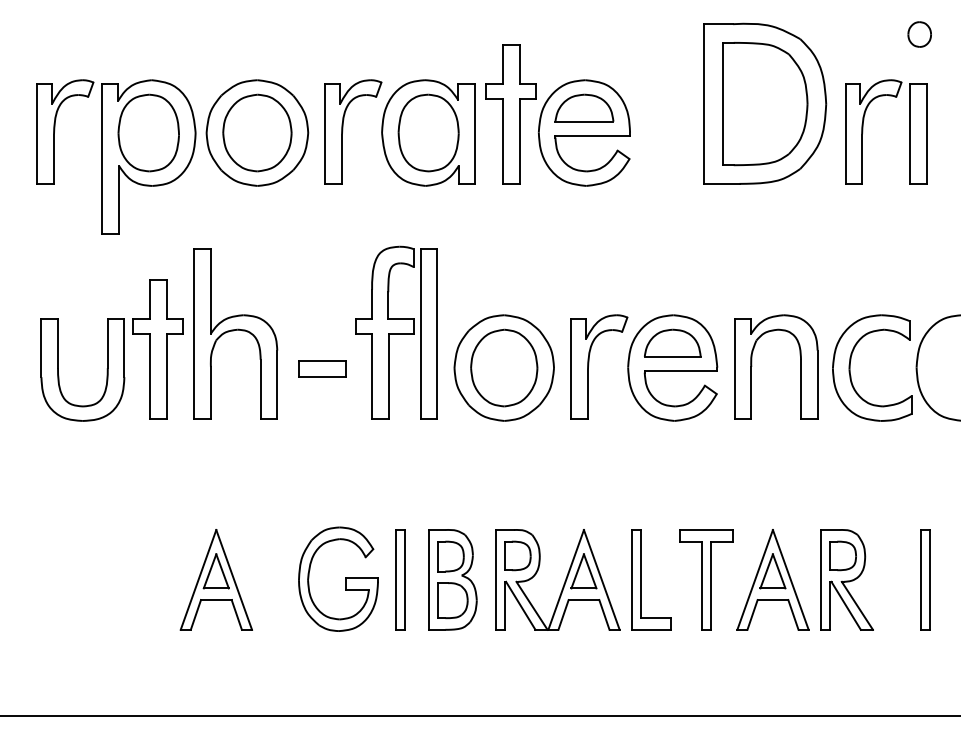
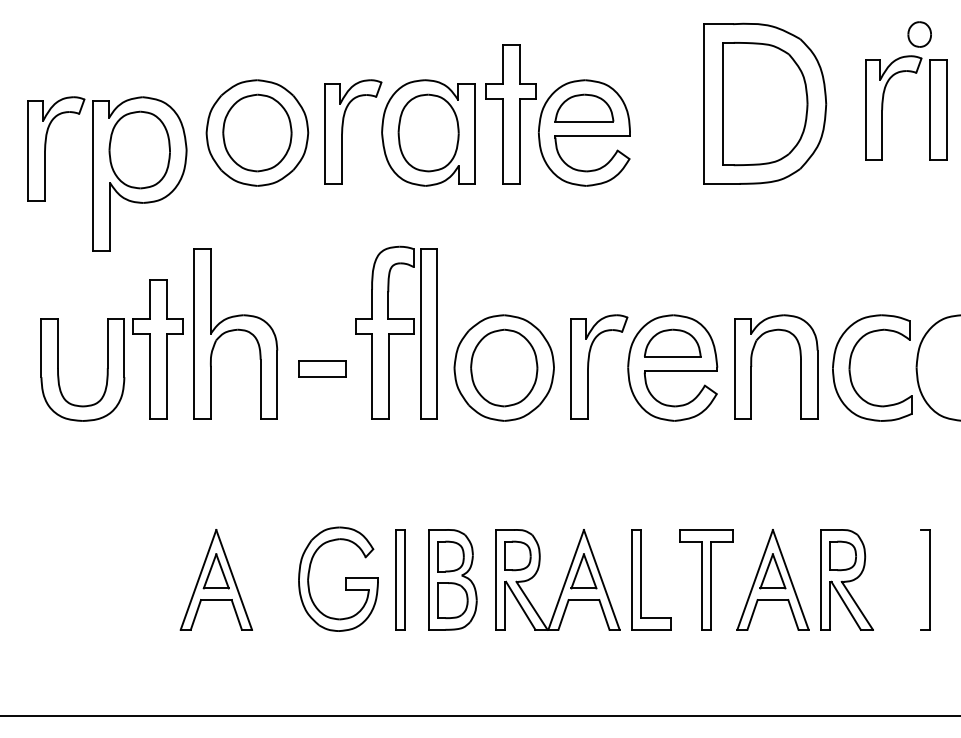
part at (863, 131) position: (863, 131) -> (883, 107)
part at (116, 156) position: (116, 156) -> (107, 173)
line at (921, 579): present -> none
